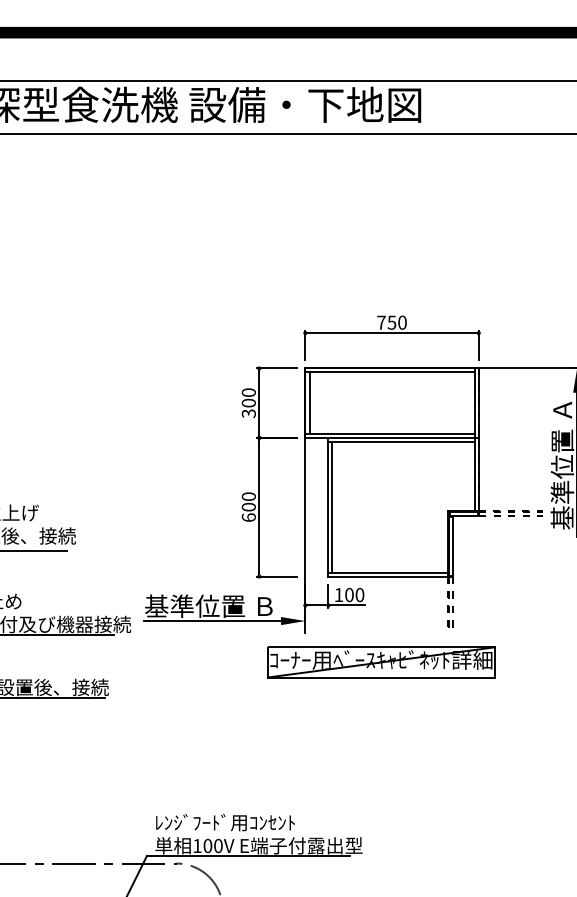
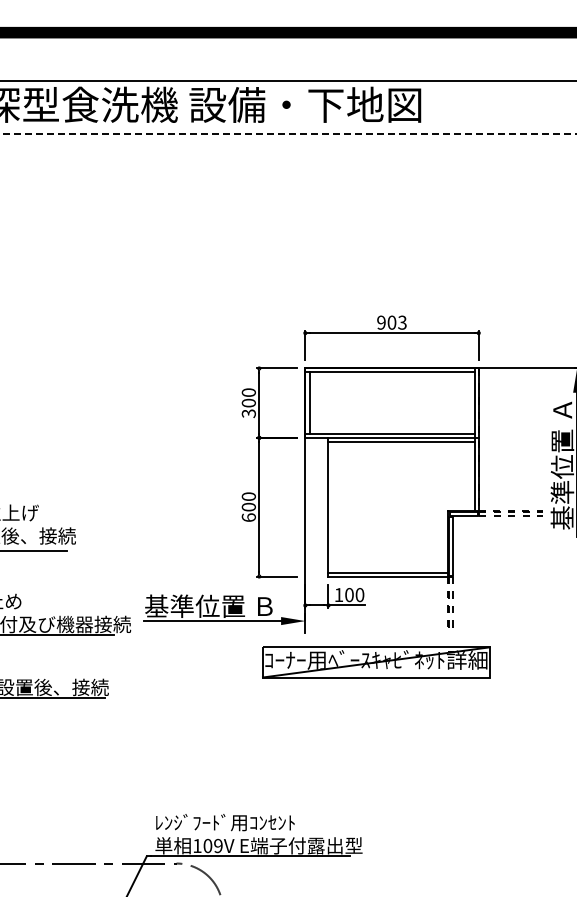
line at (288, 133): solid -> dashed
text at (391, 322): 750 -> 903
line at (332, 506): present -> none
part at (381, 662) position: (381, 662) -> (376, 662)
text at (218, 846): 100V -> 109V
